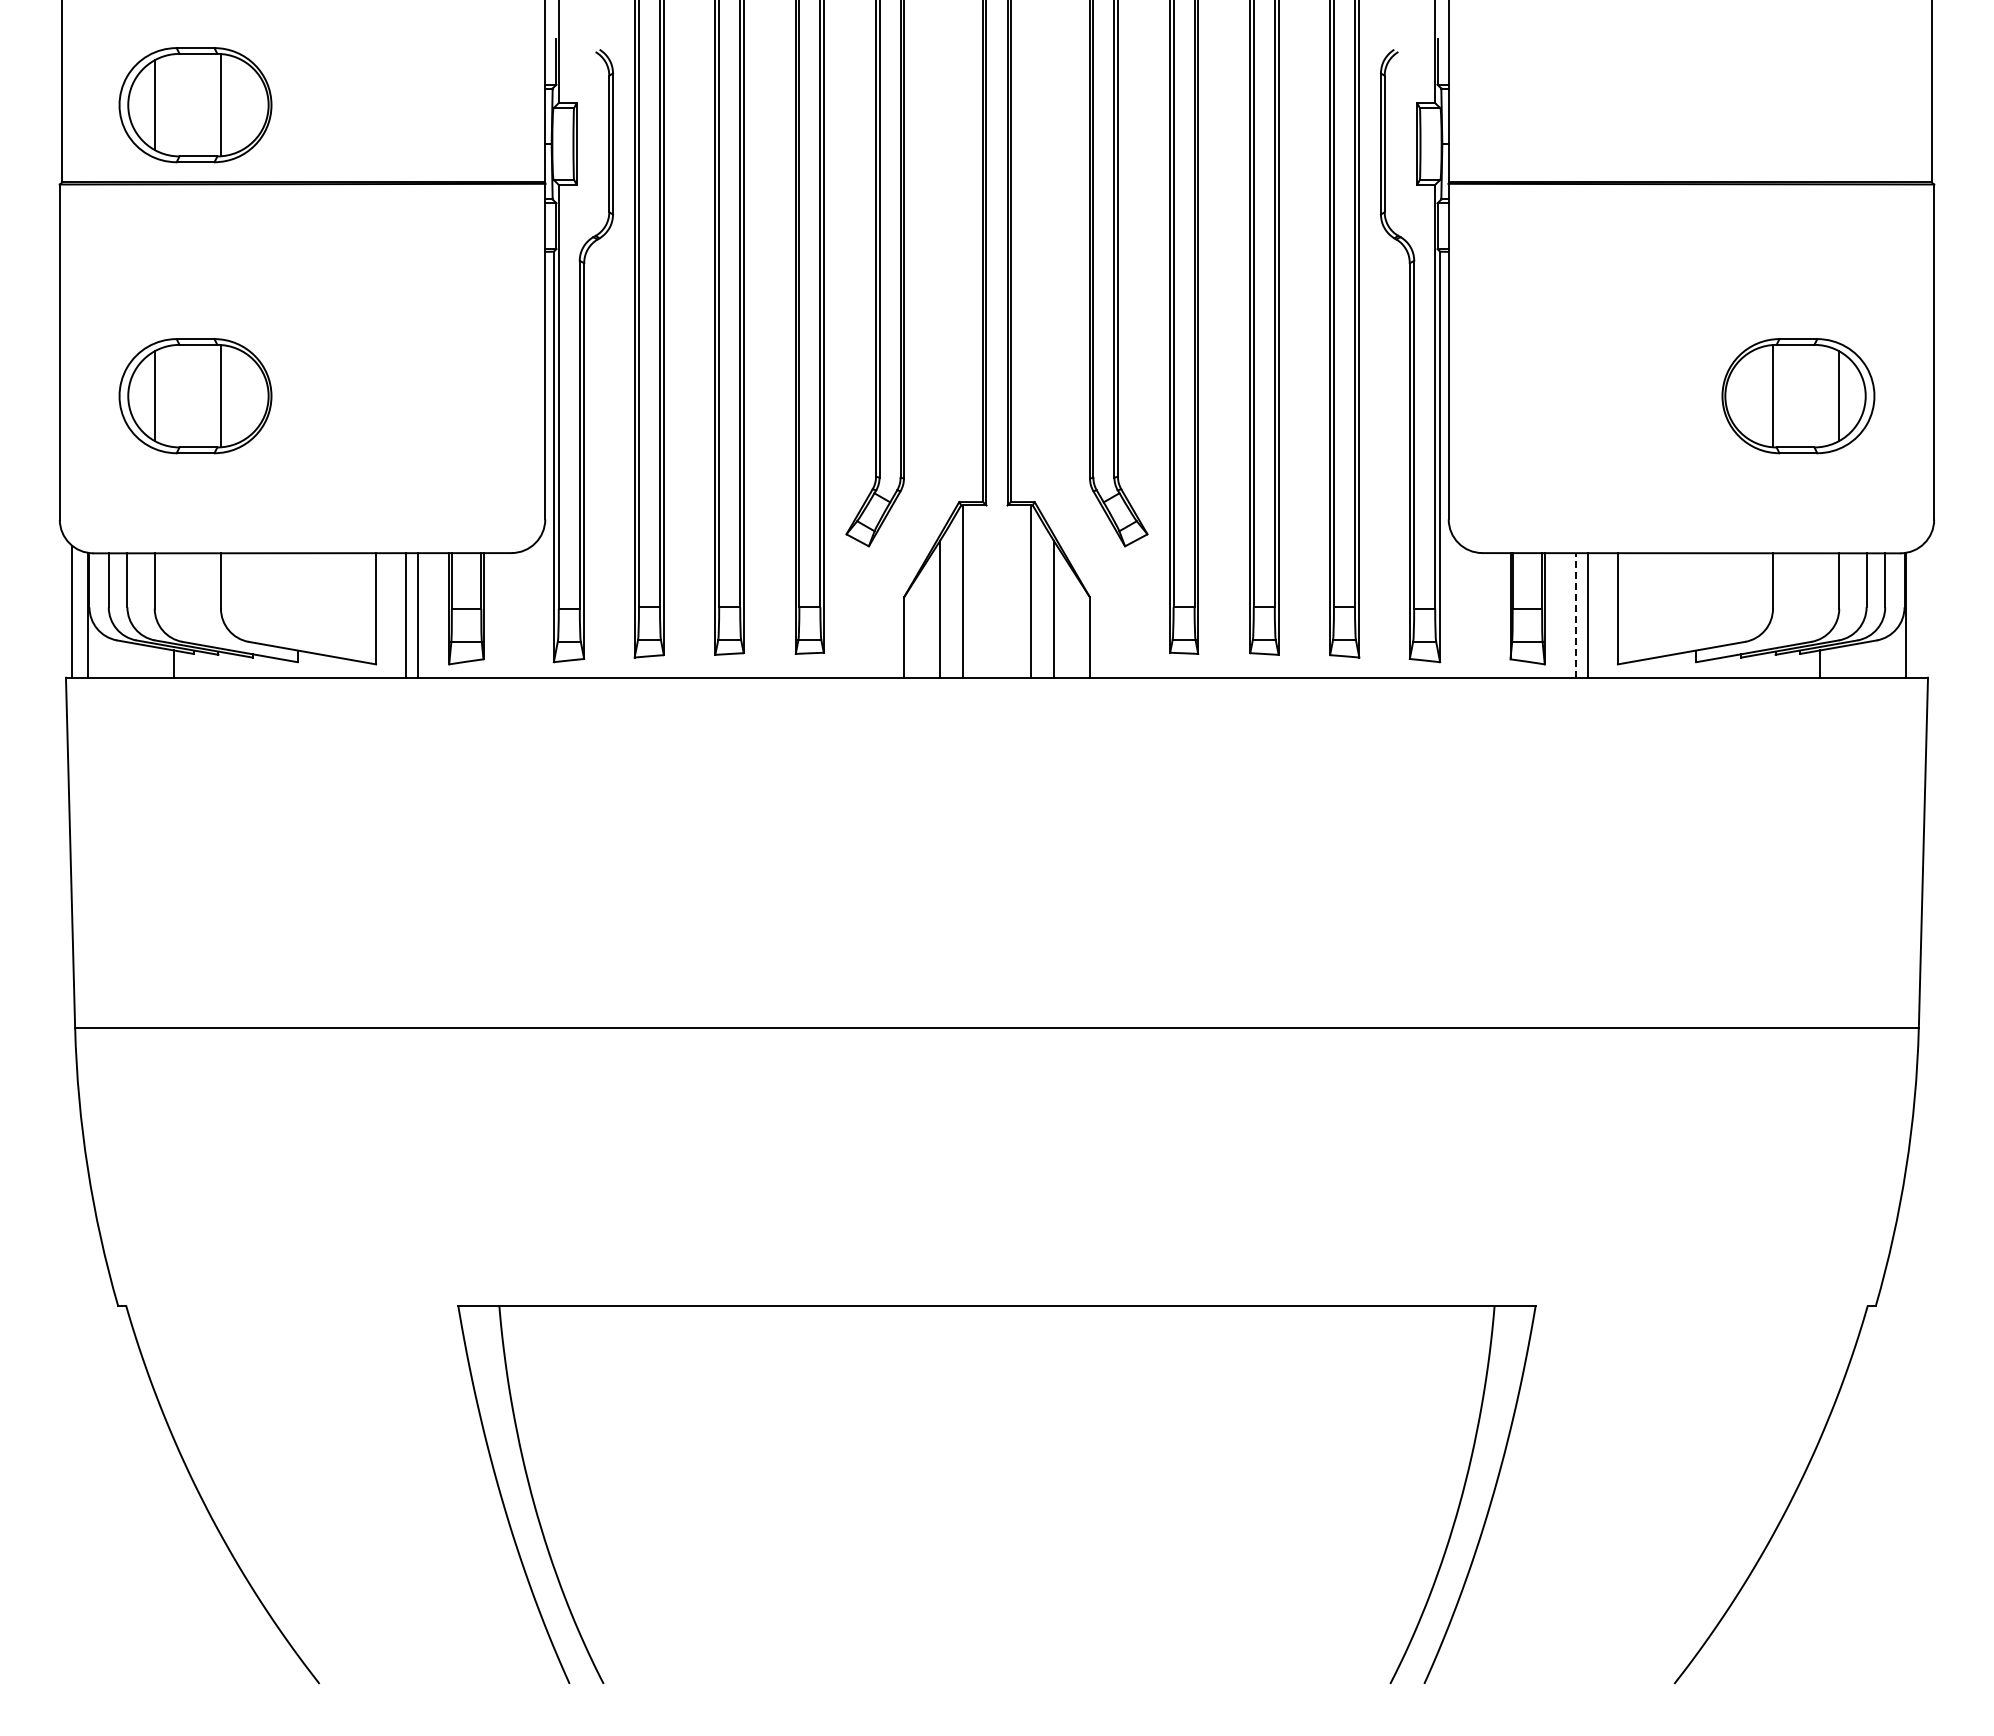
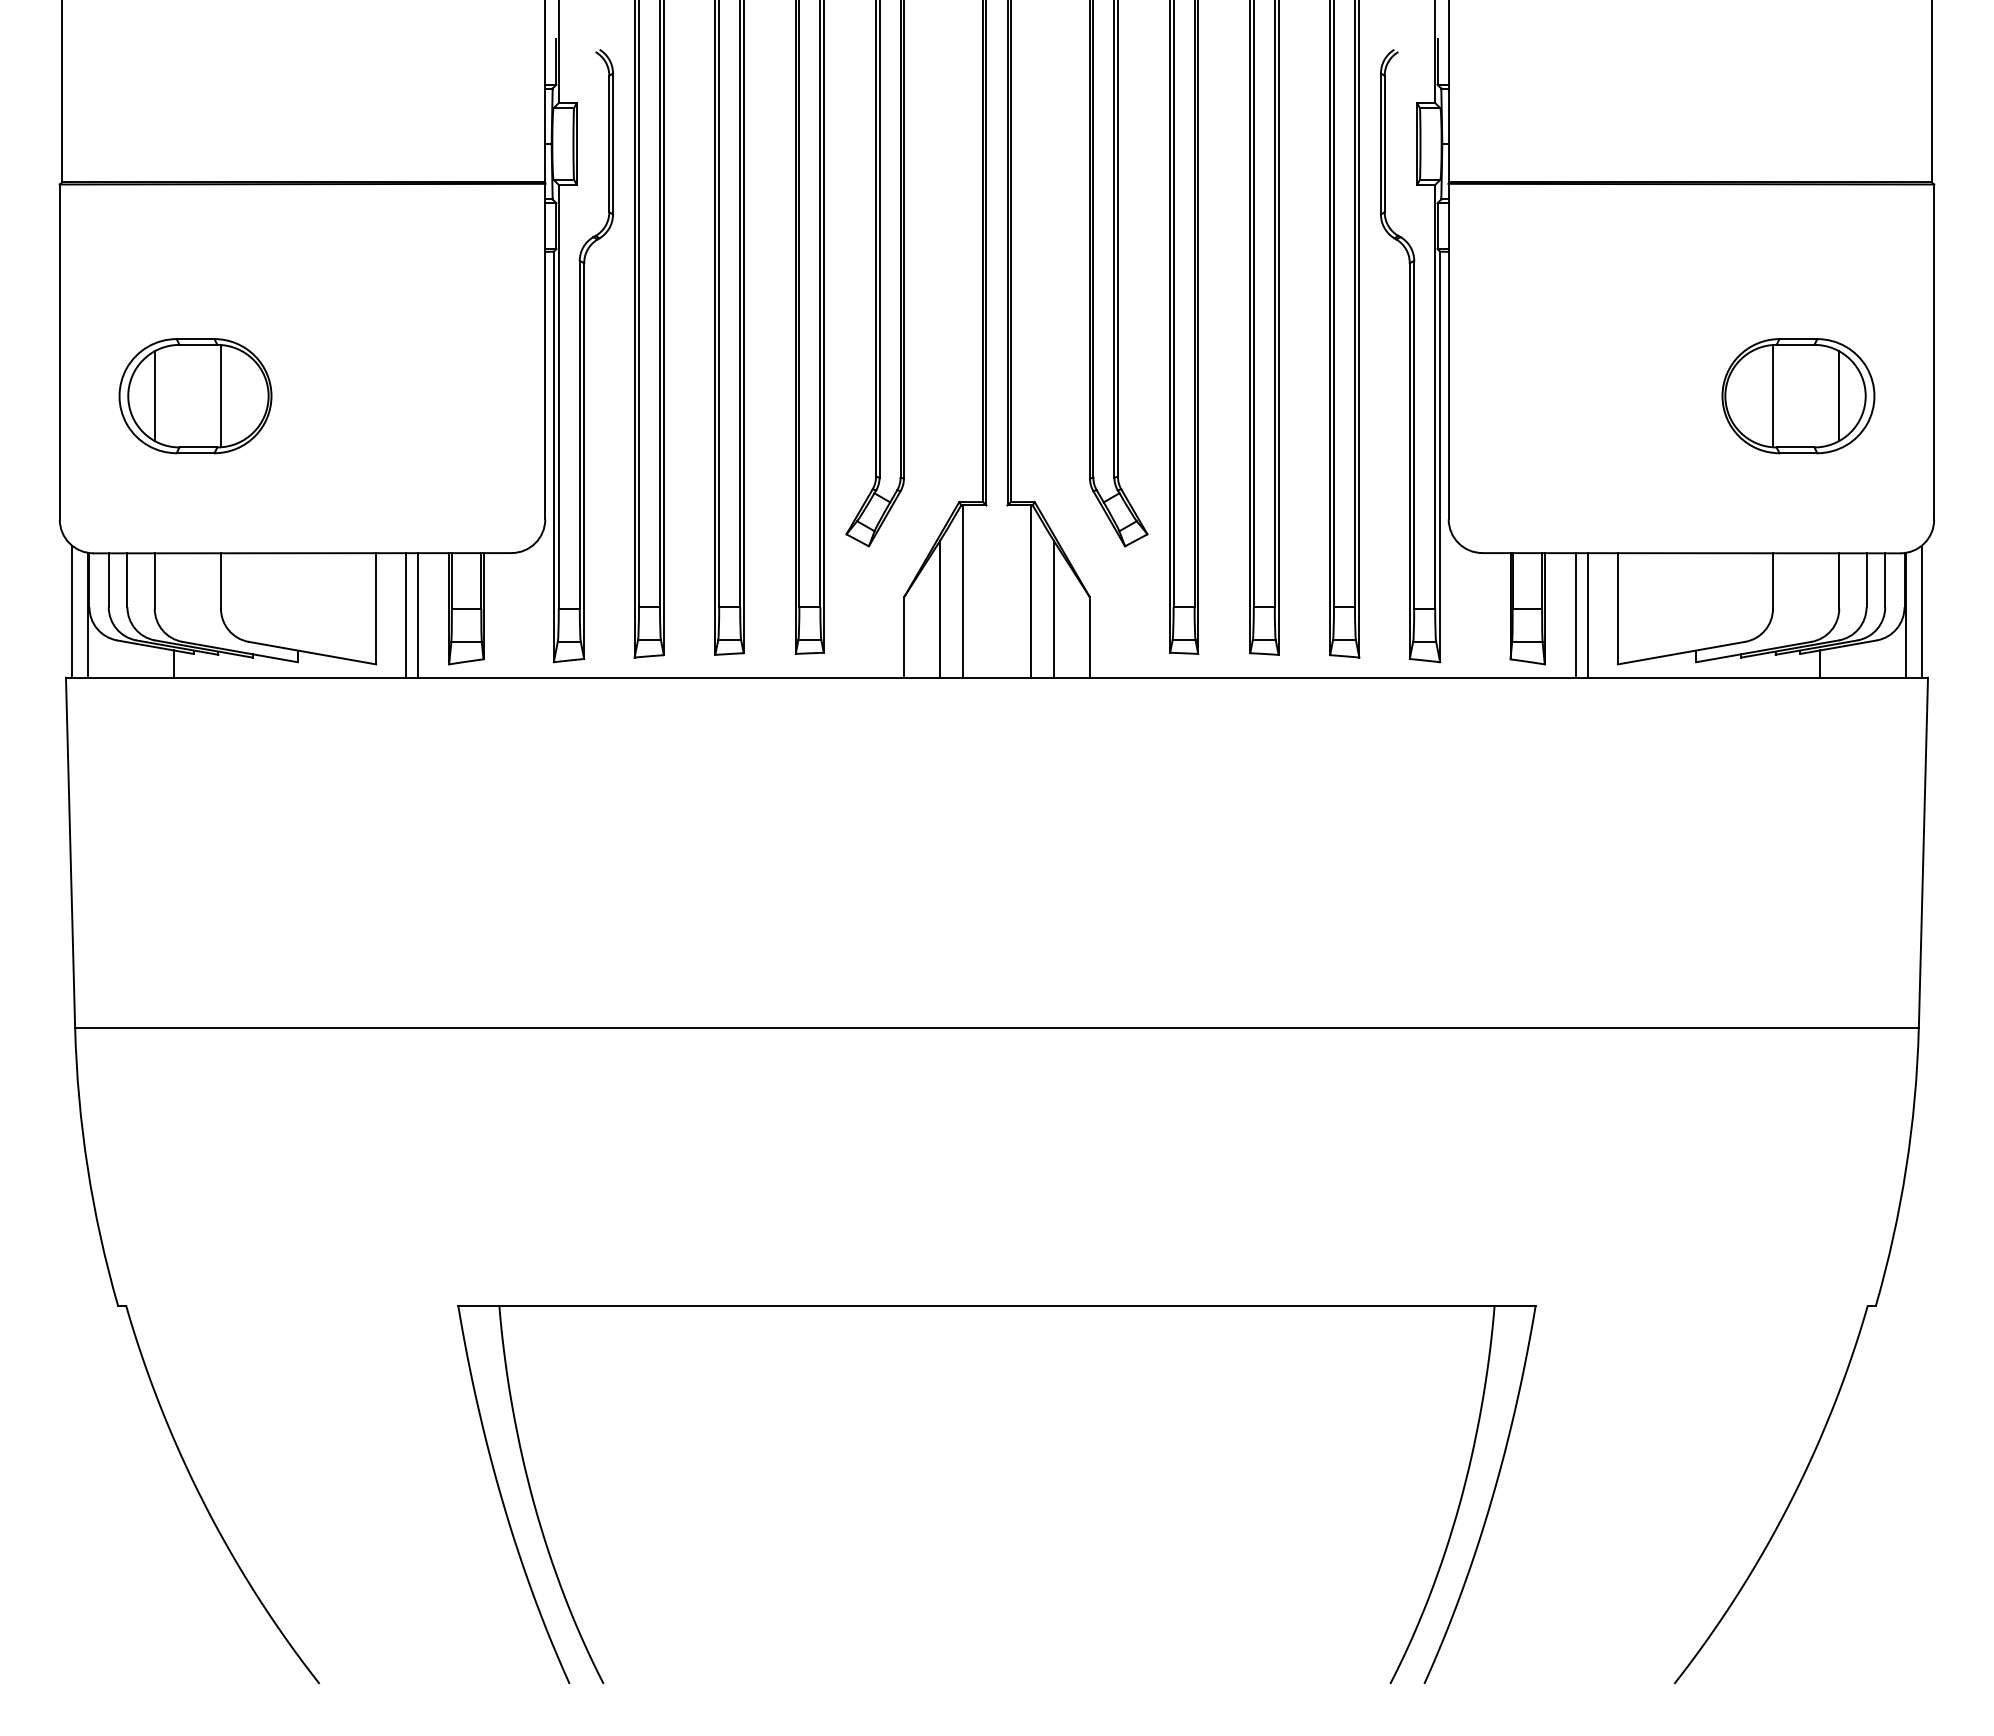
part at (195, 105): present -> none
line at (1921, 611): none -> present
line at (1576, 614): dashed -> solid
